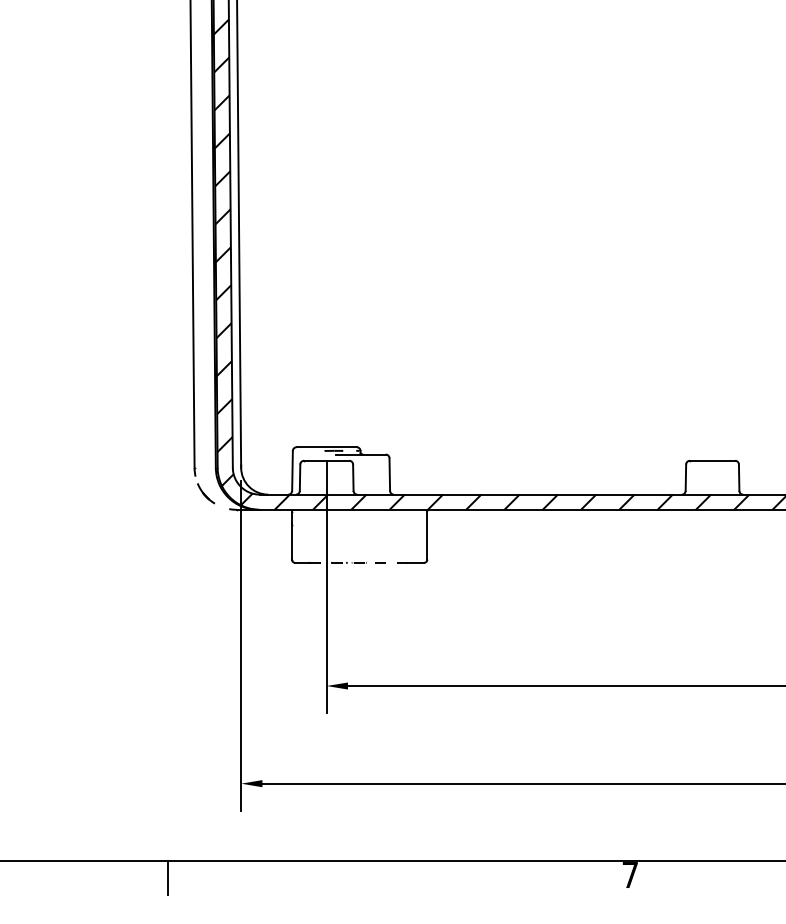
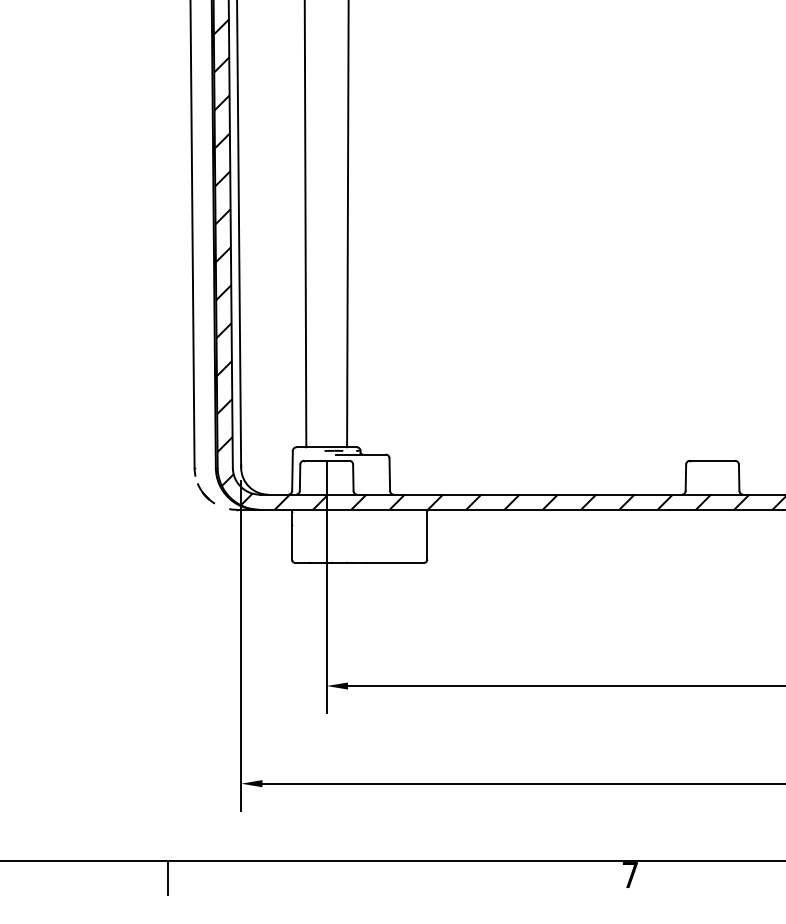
line at (305, 224): none -> present
line at (347, 224): none -> present
line at (359, 562): dashed -> solid
